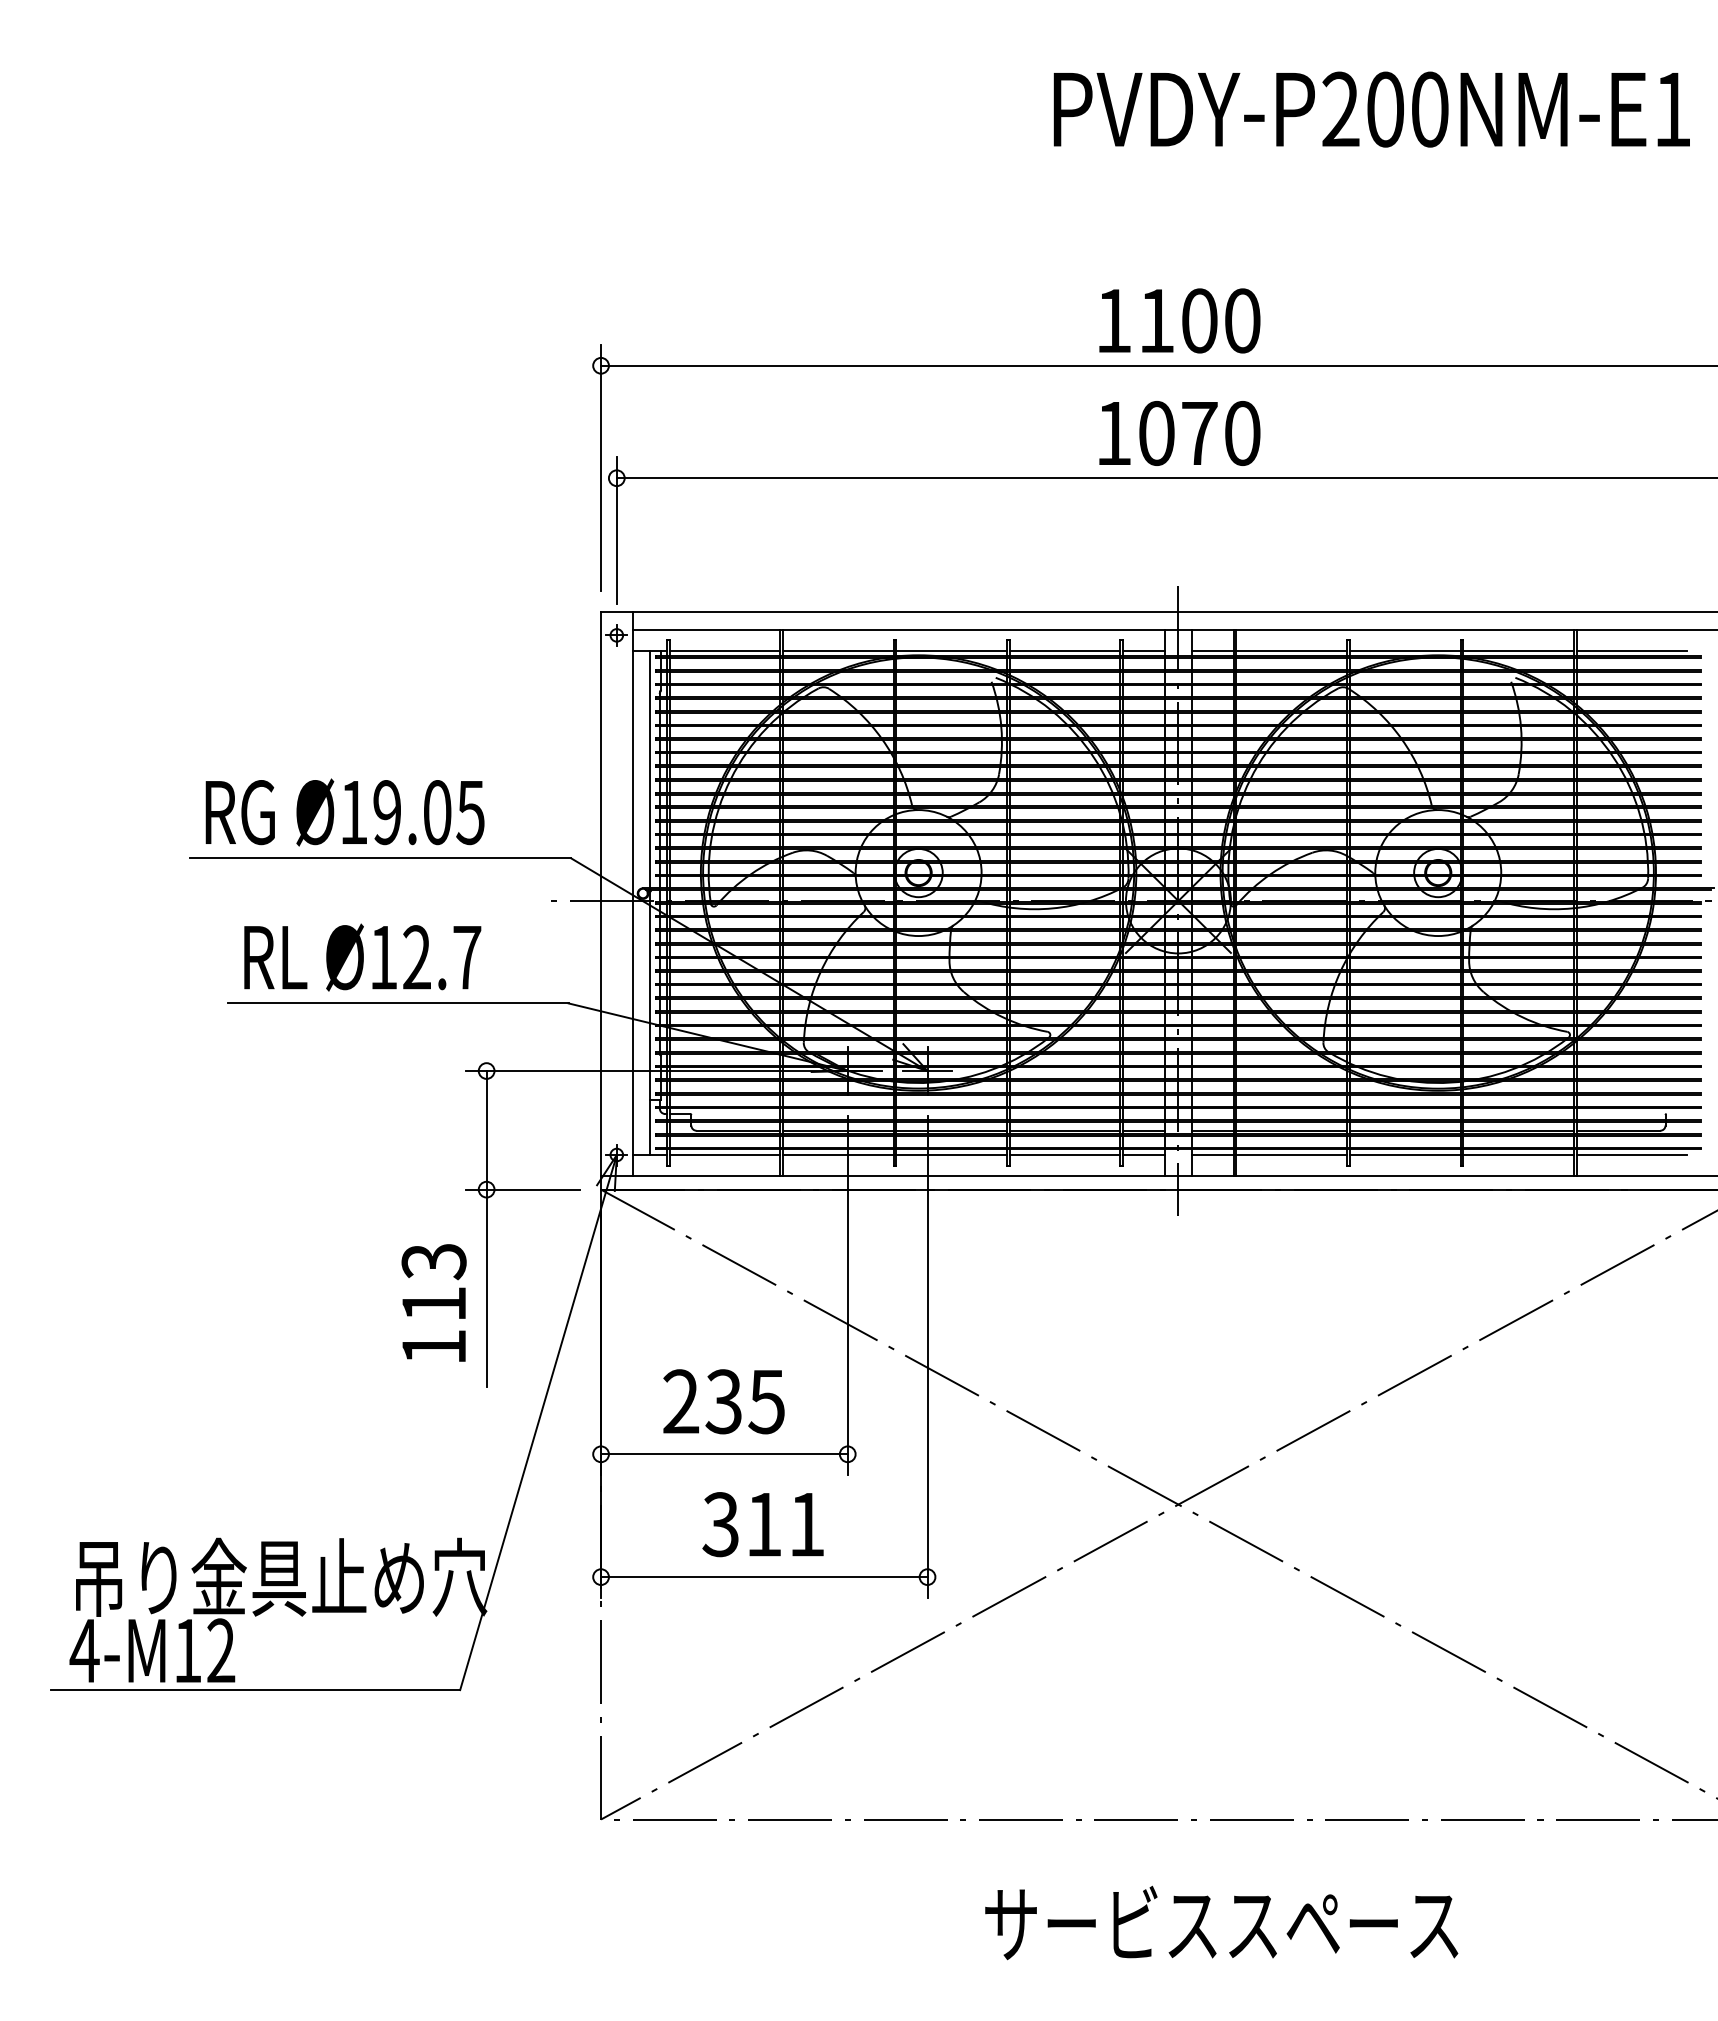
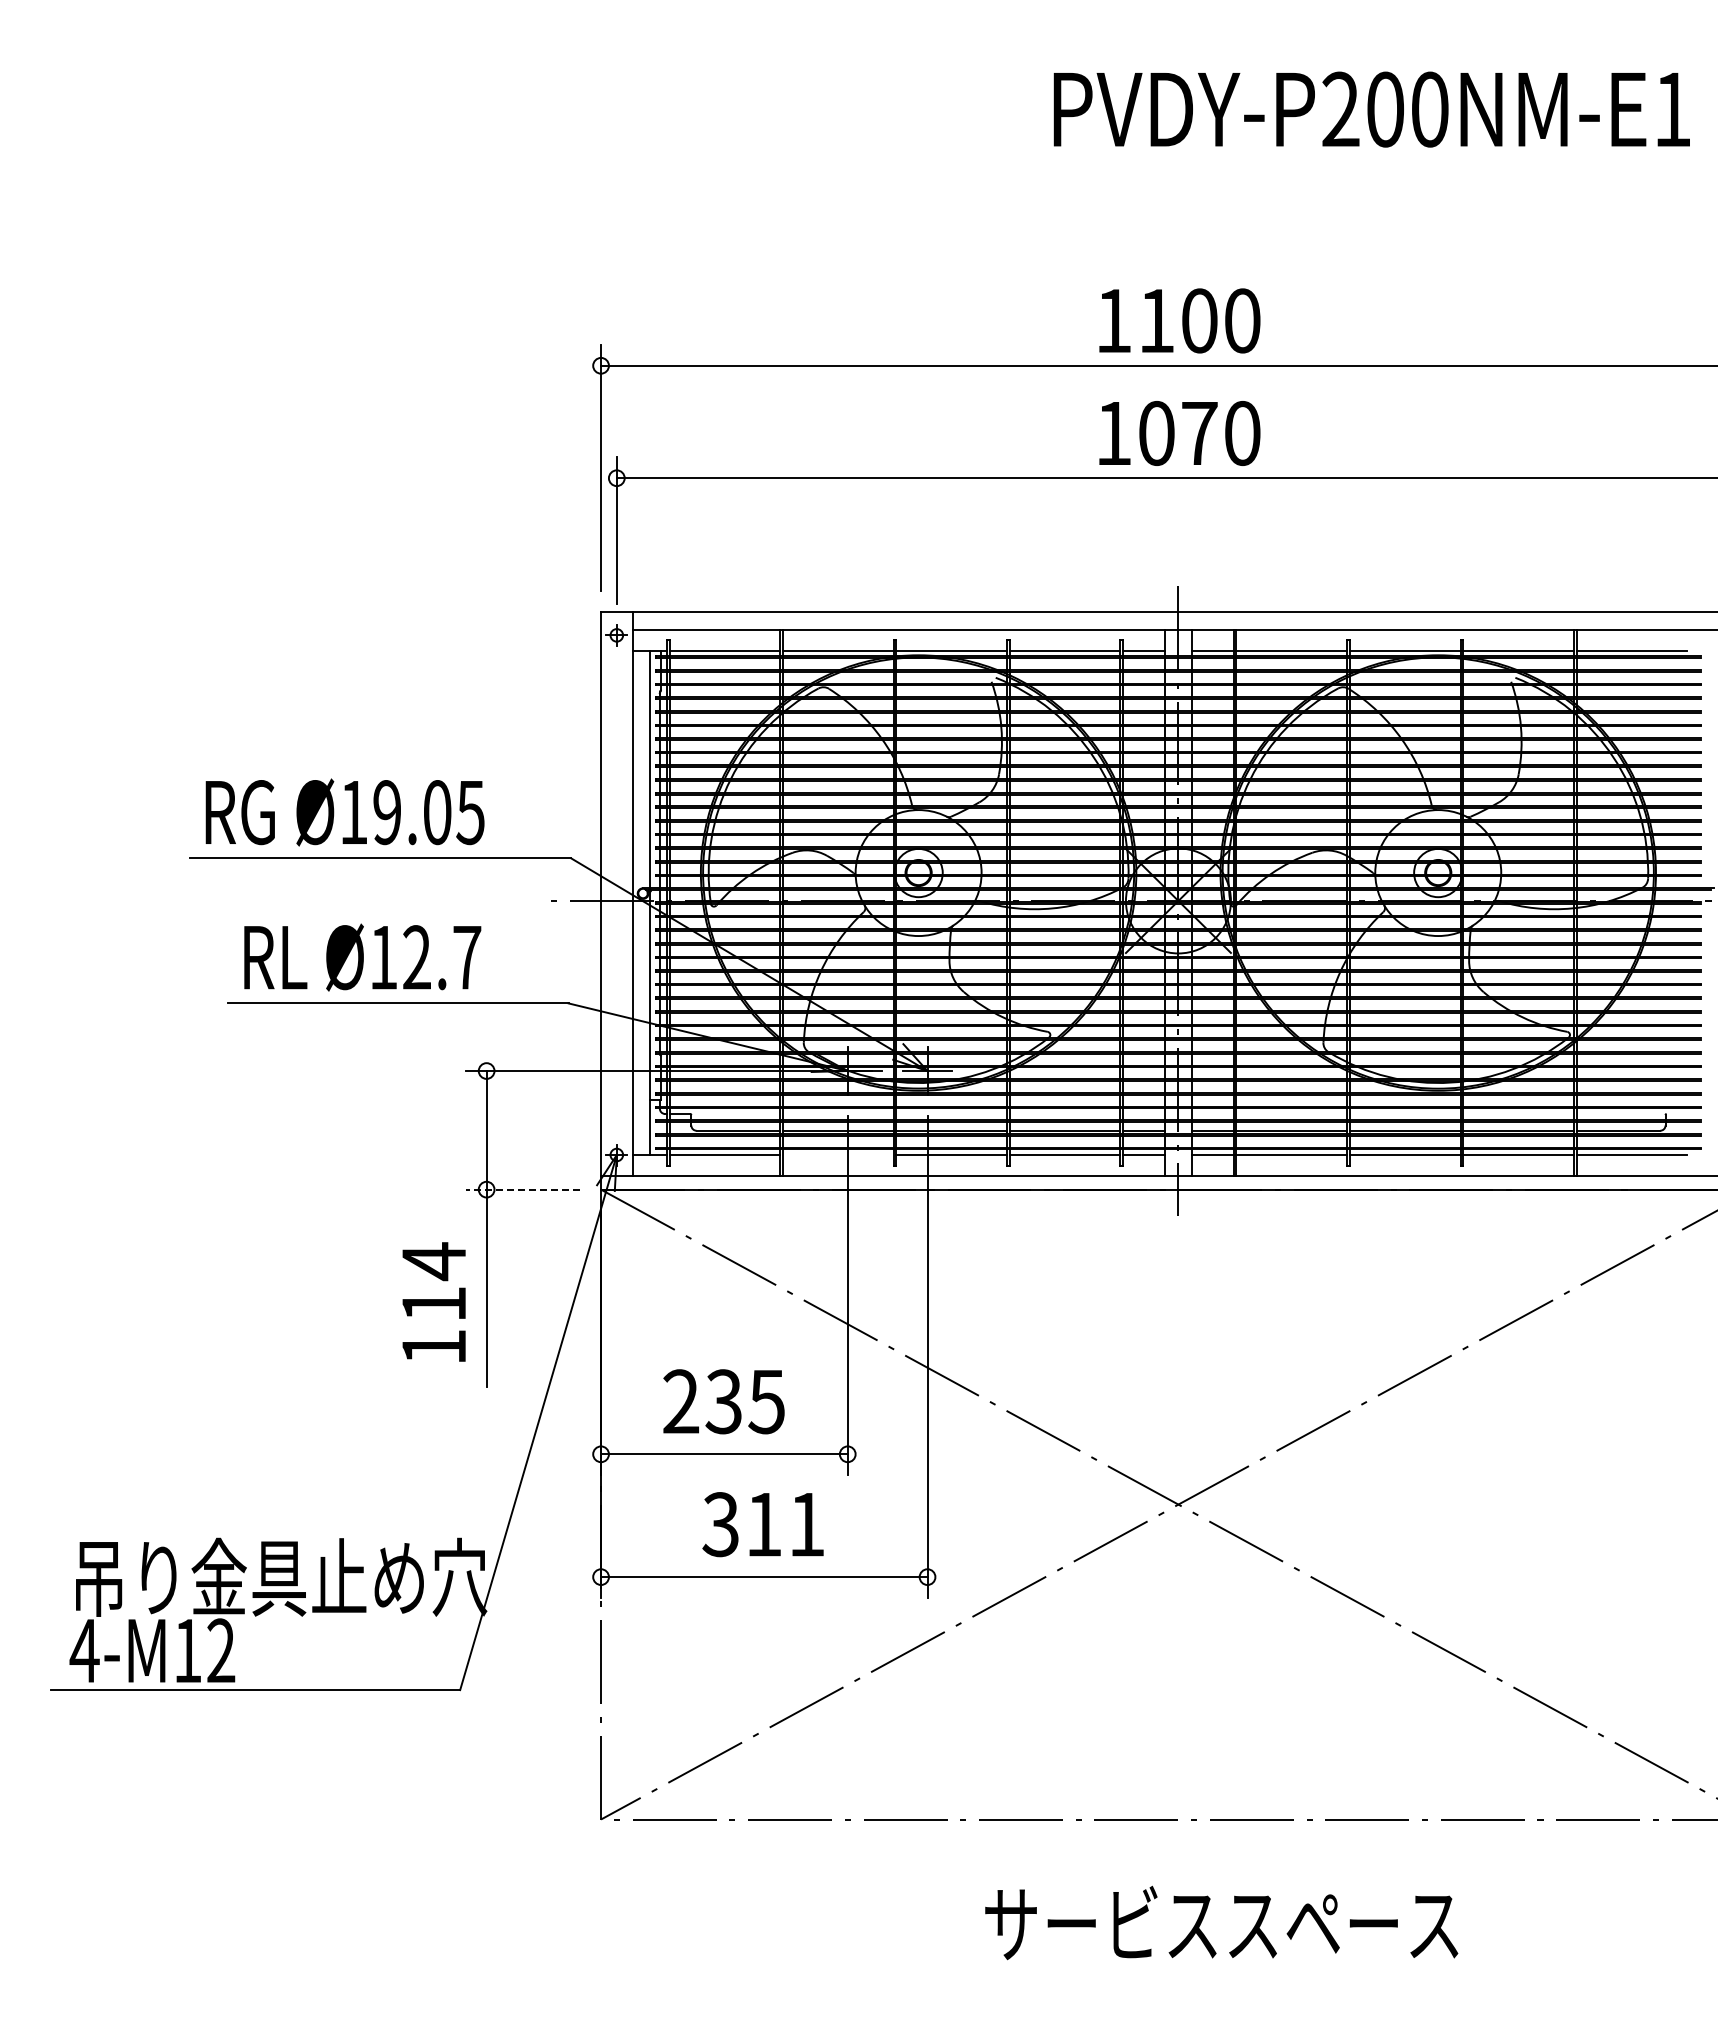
line at (837, 1155): present -> none
line at (522, 1189): solid -> dashed
text at (433, 1261): 113 -> 114
